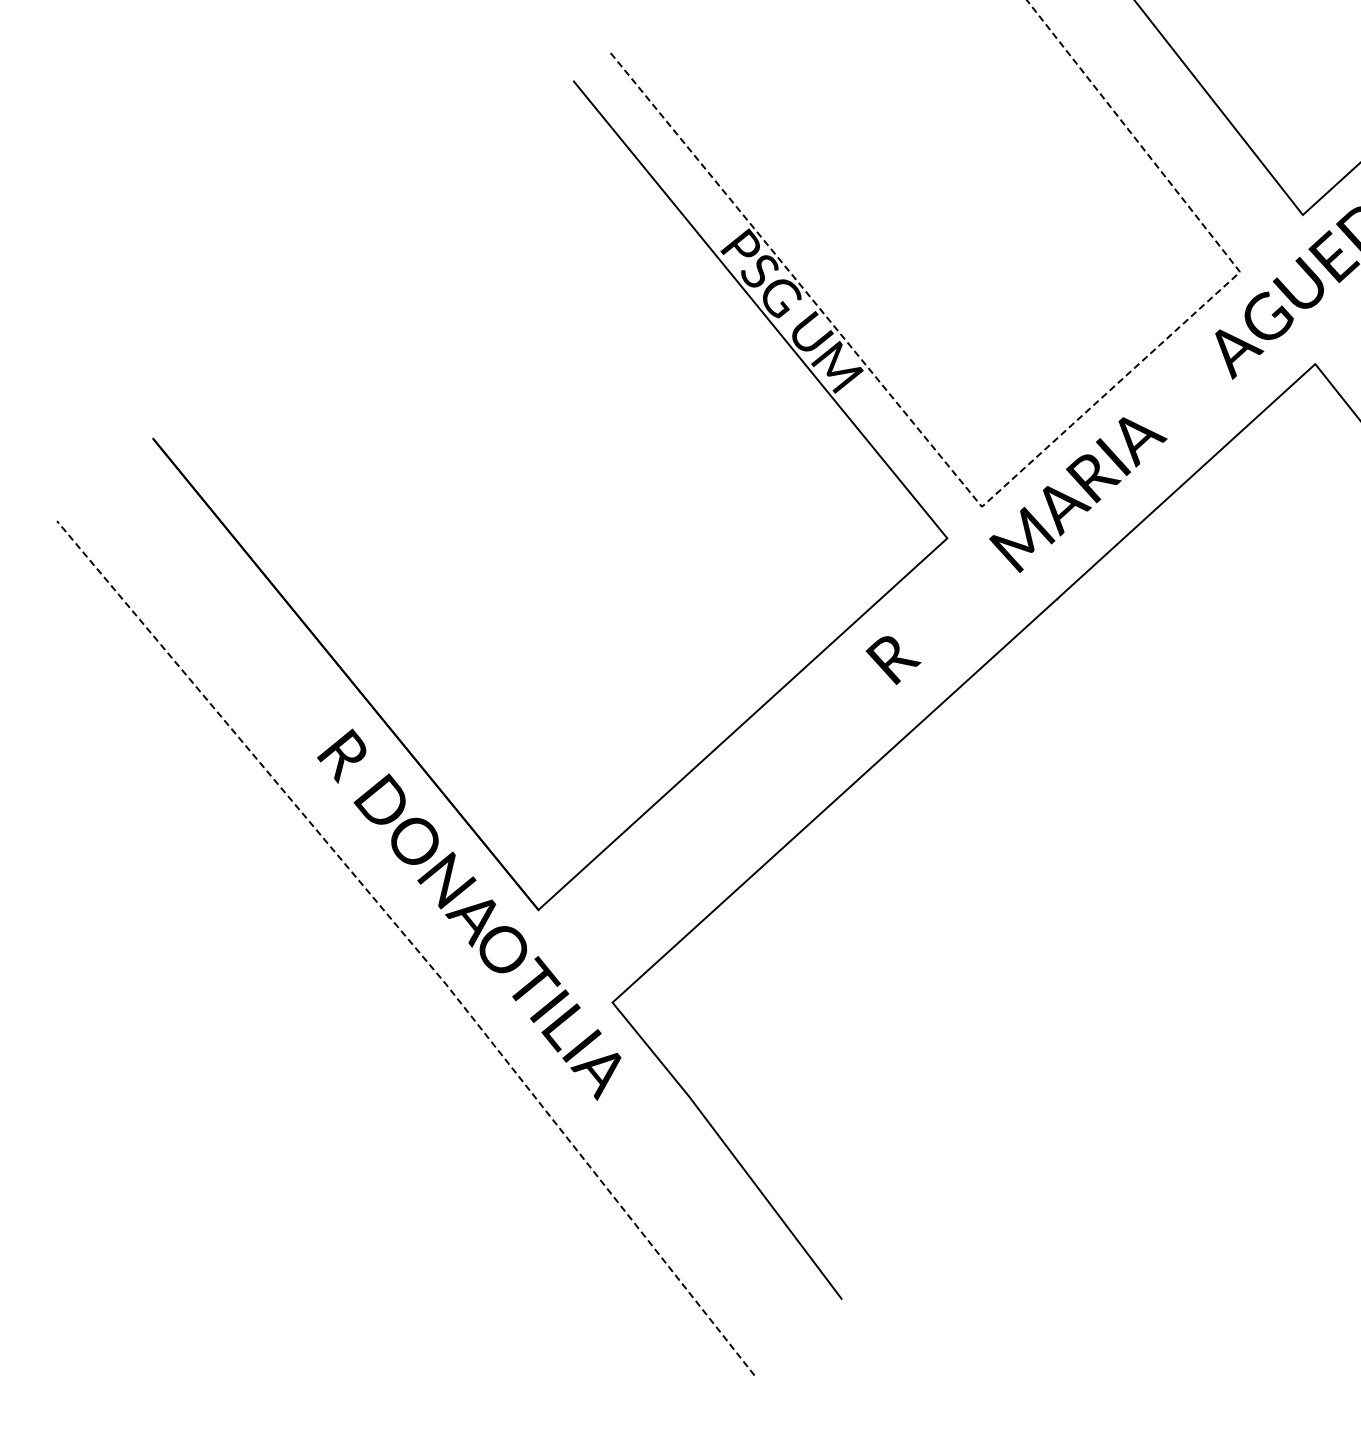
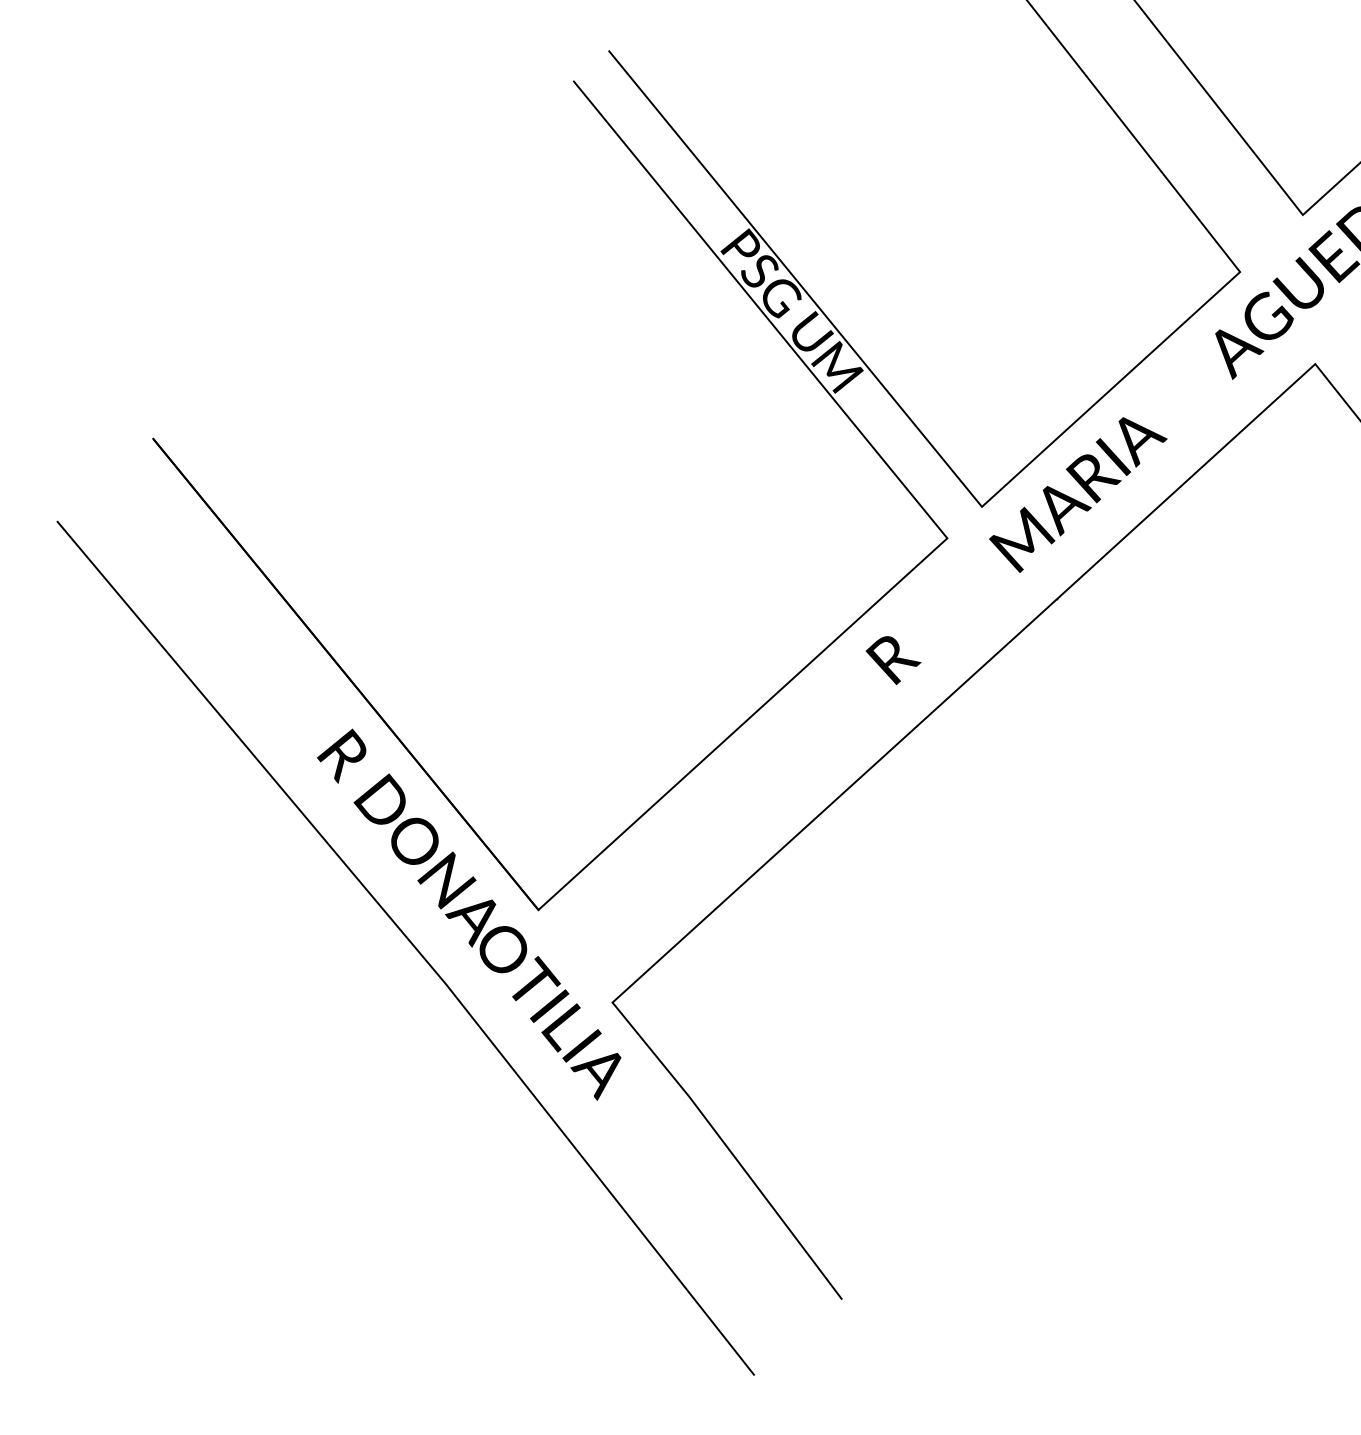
line at (1020, 471): dashed -> solid
line at (411, 943): dashed -> solid
